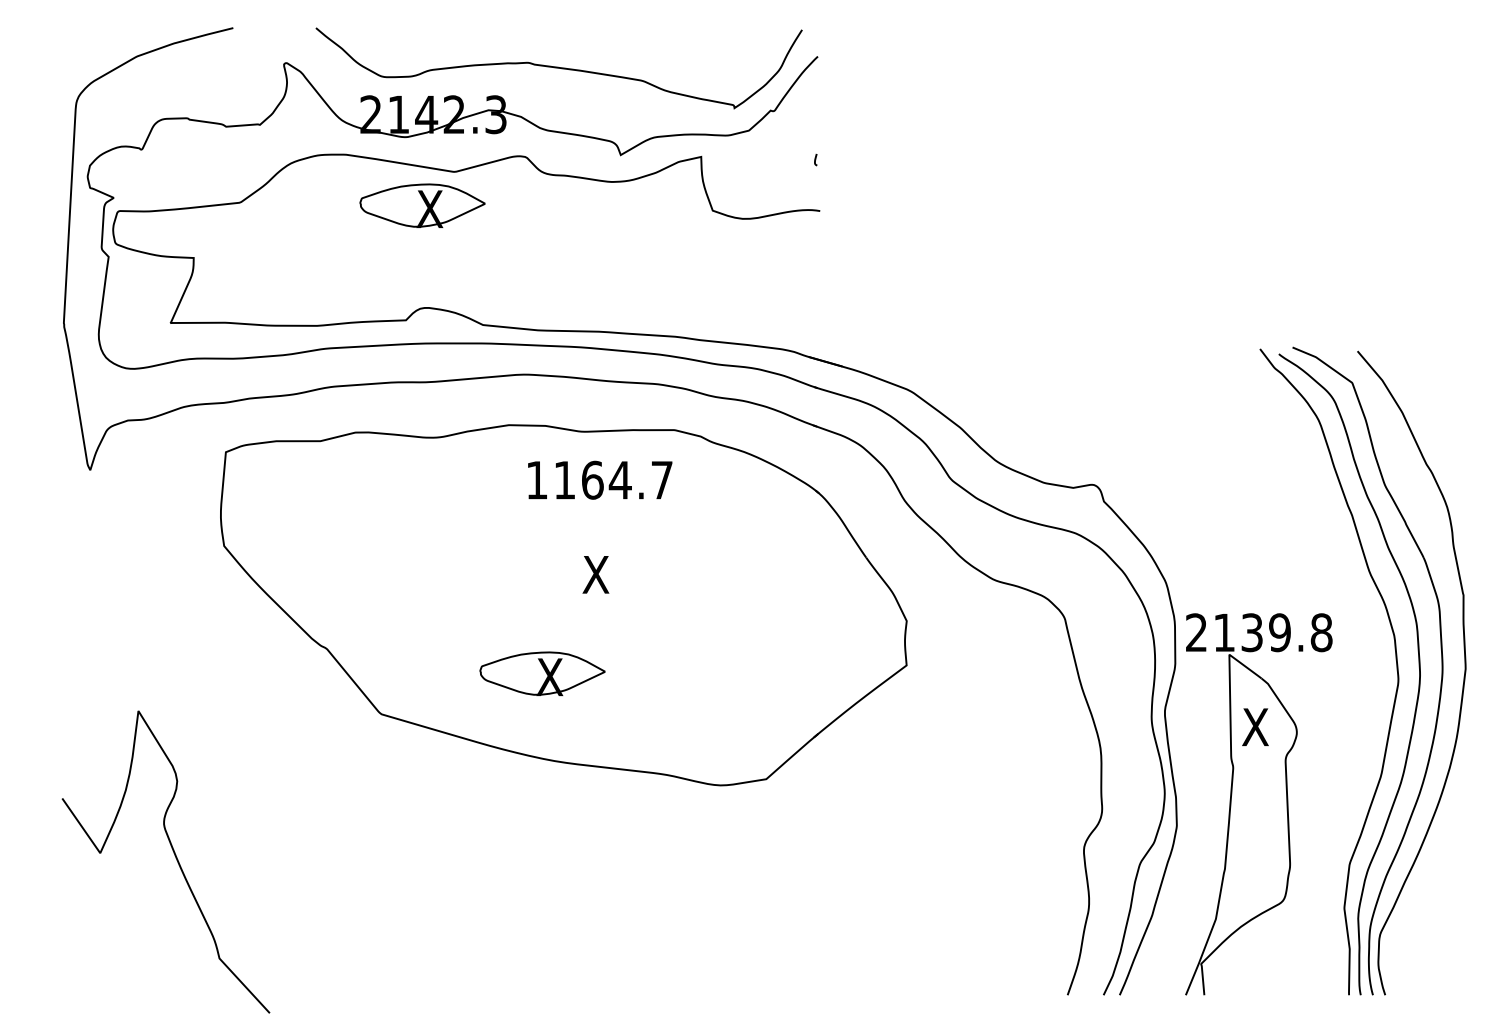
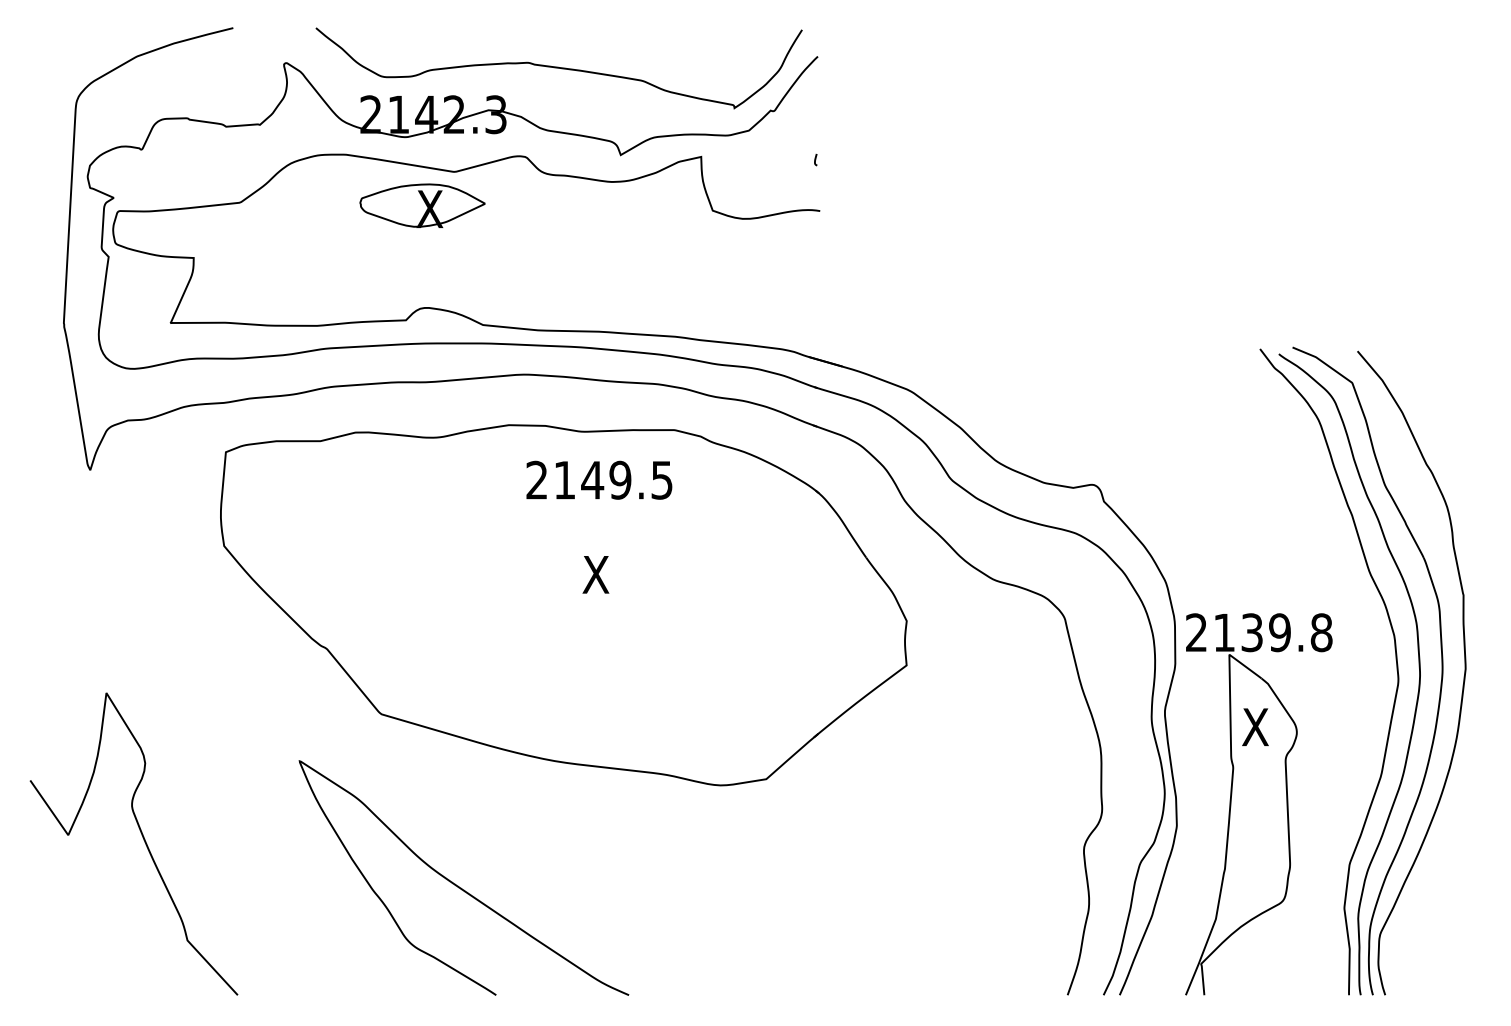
text at (599, 479): 1164.7 -> 2149.5
part at (542, 673): present -> none
curve at (175, 858) position: (175, 858) -> (143, 840)
curve at (458, 885): none -> present
